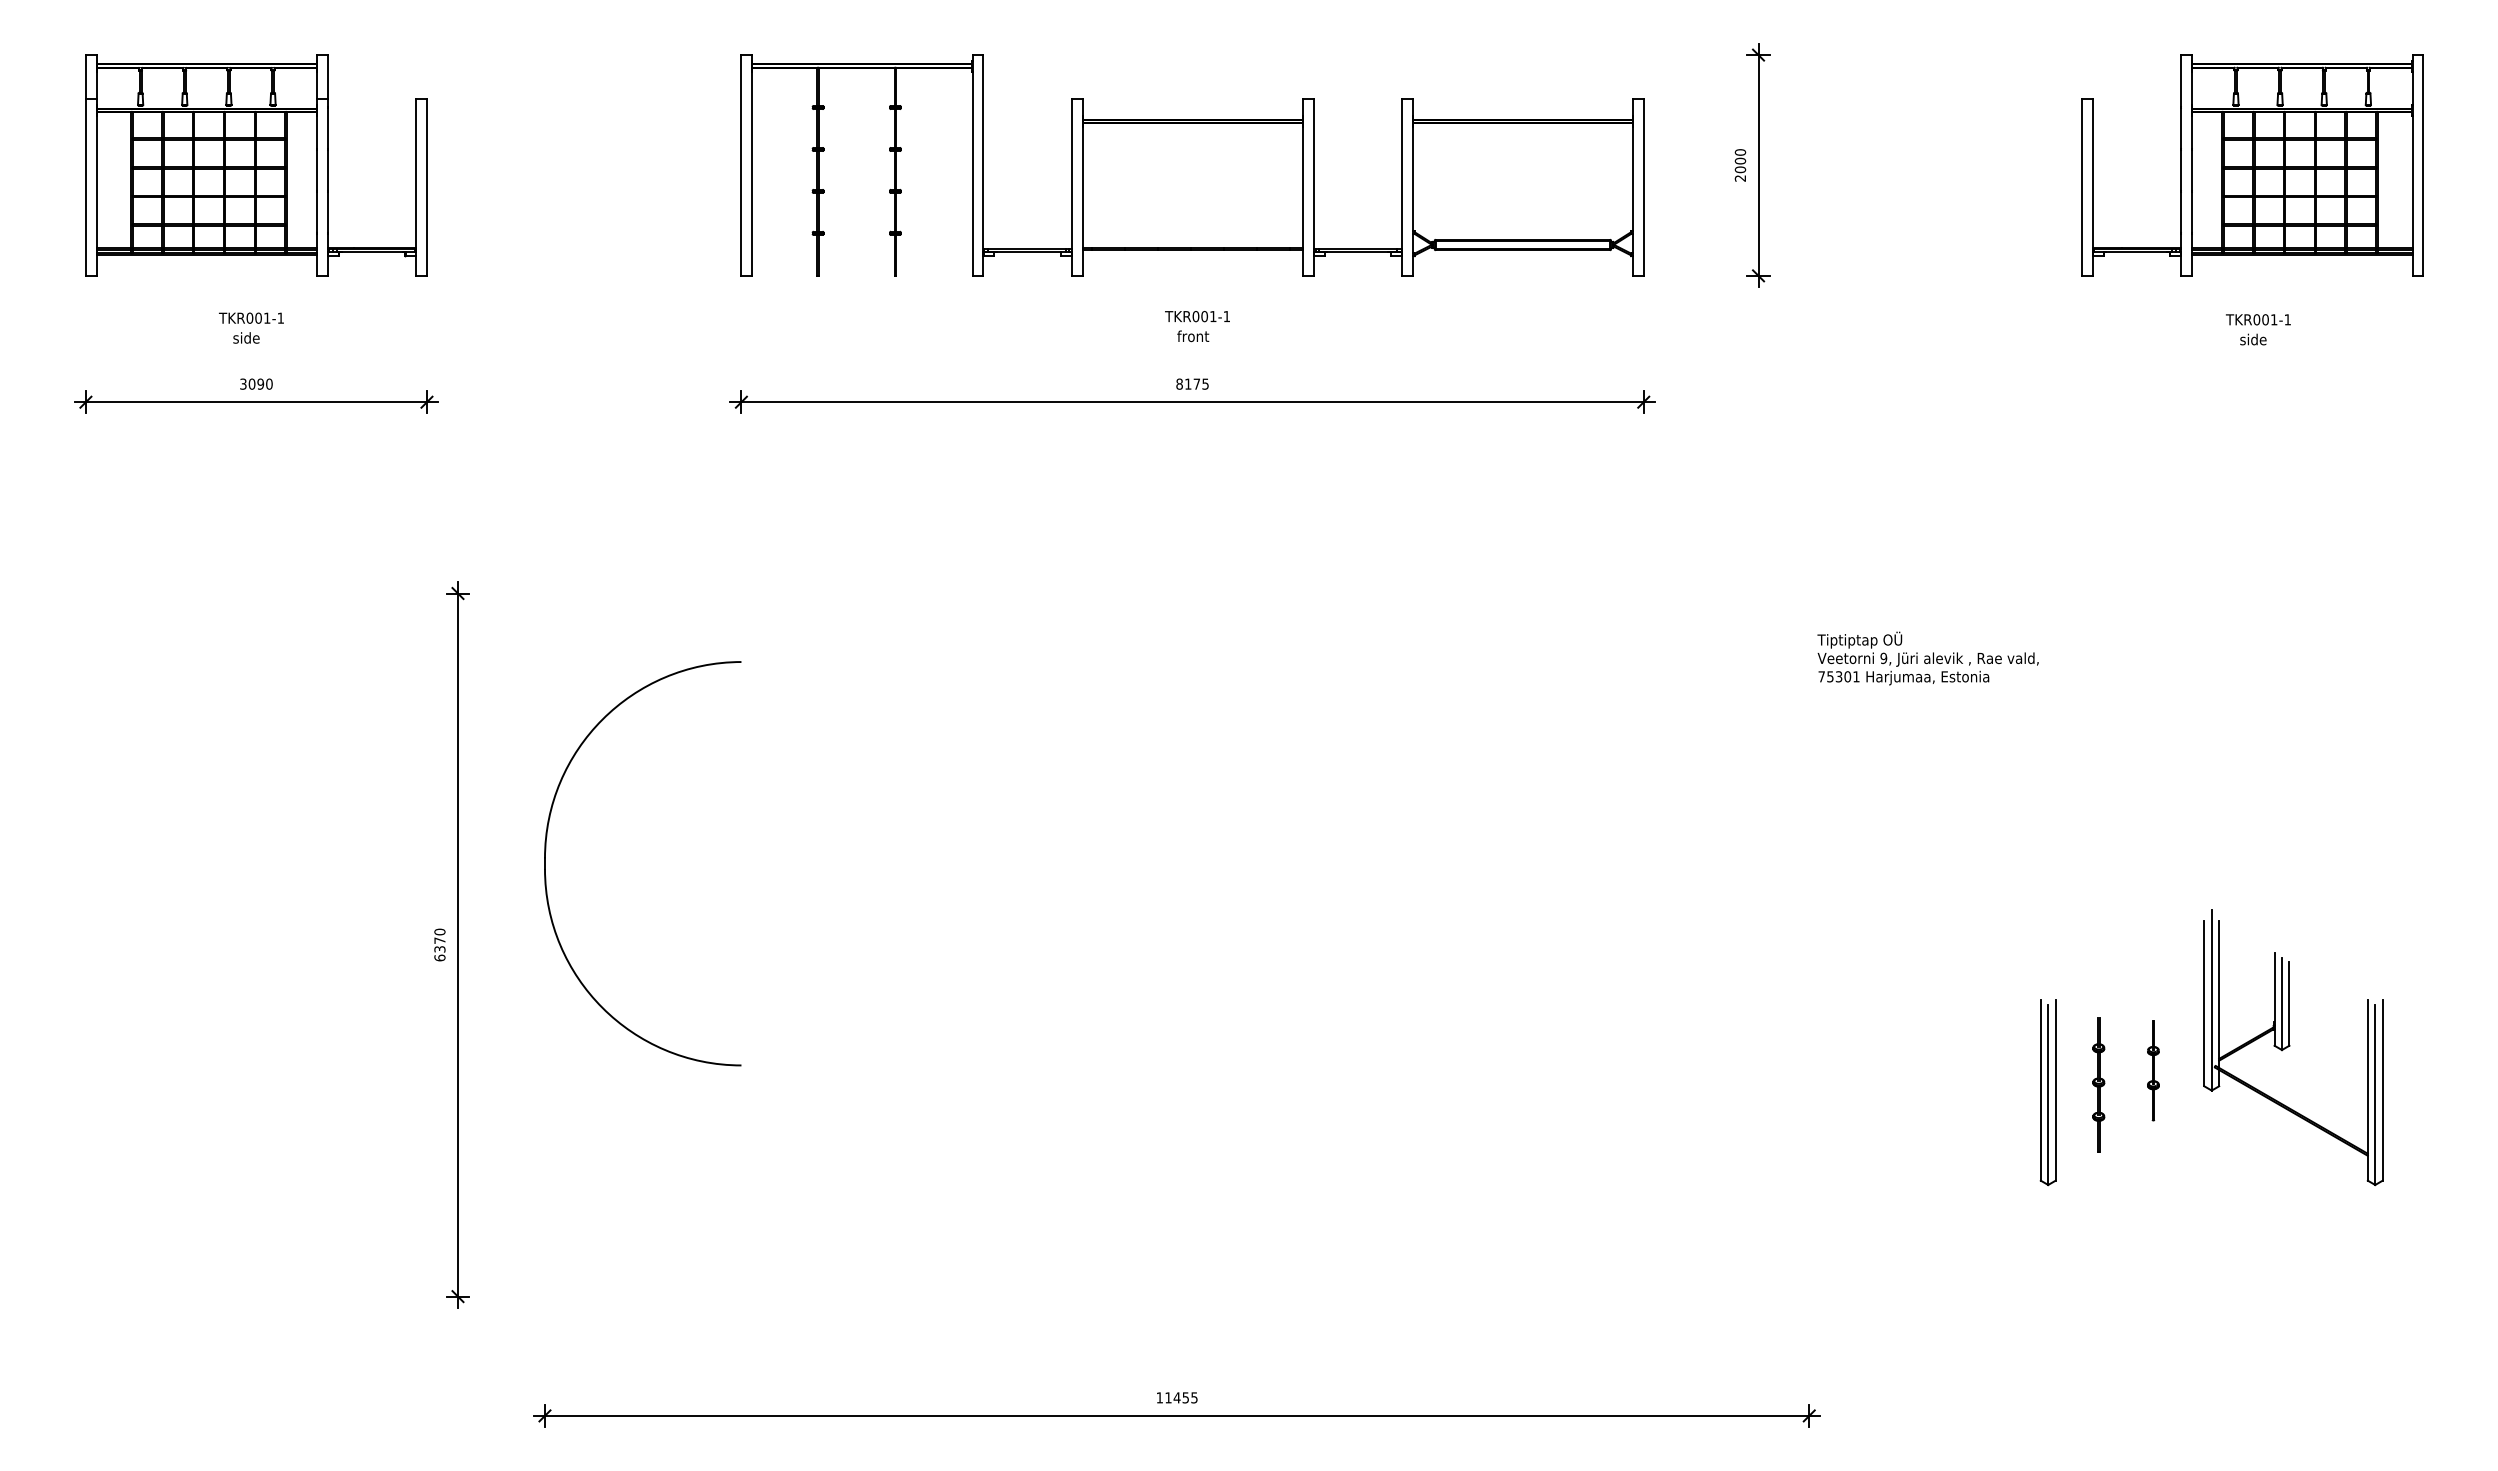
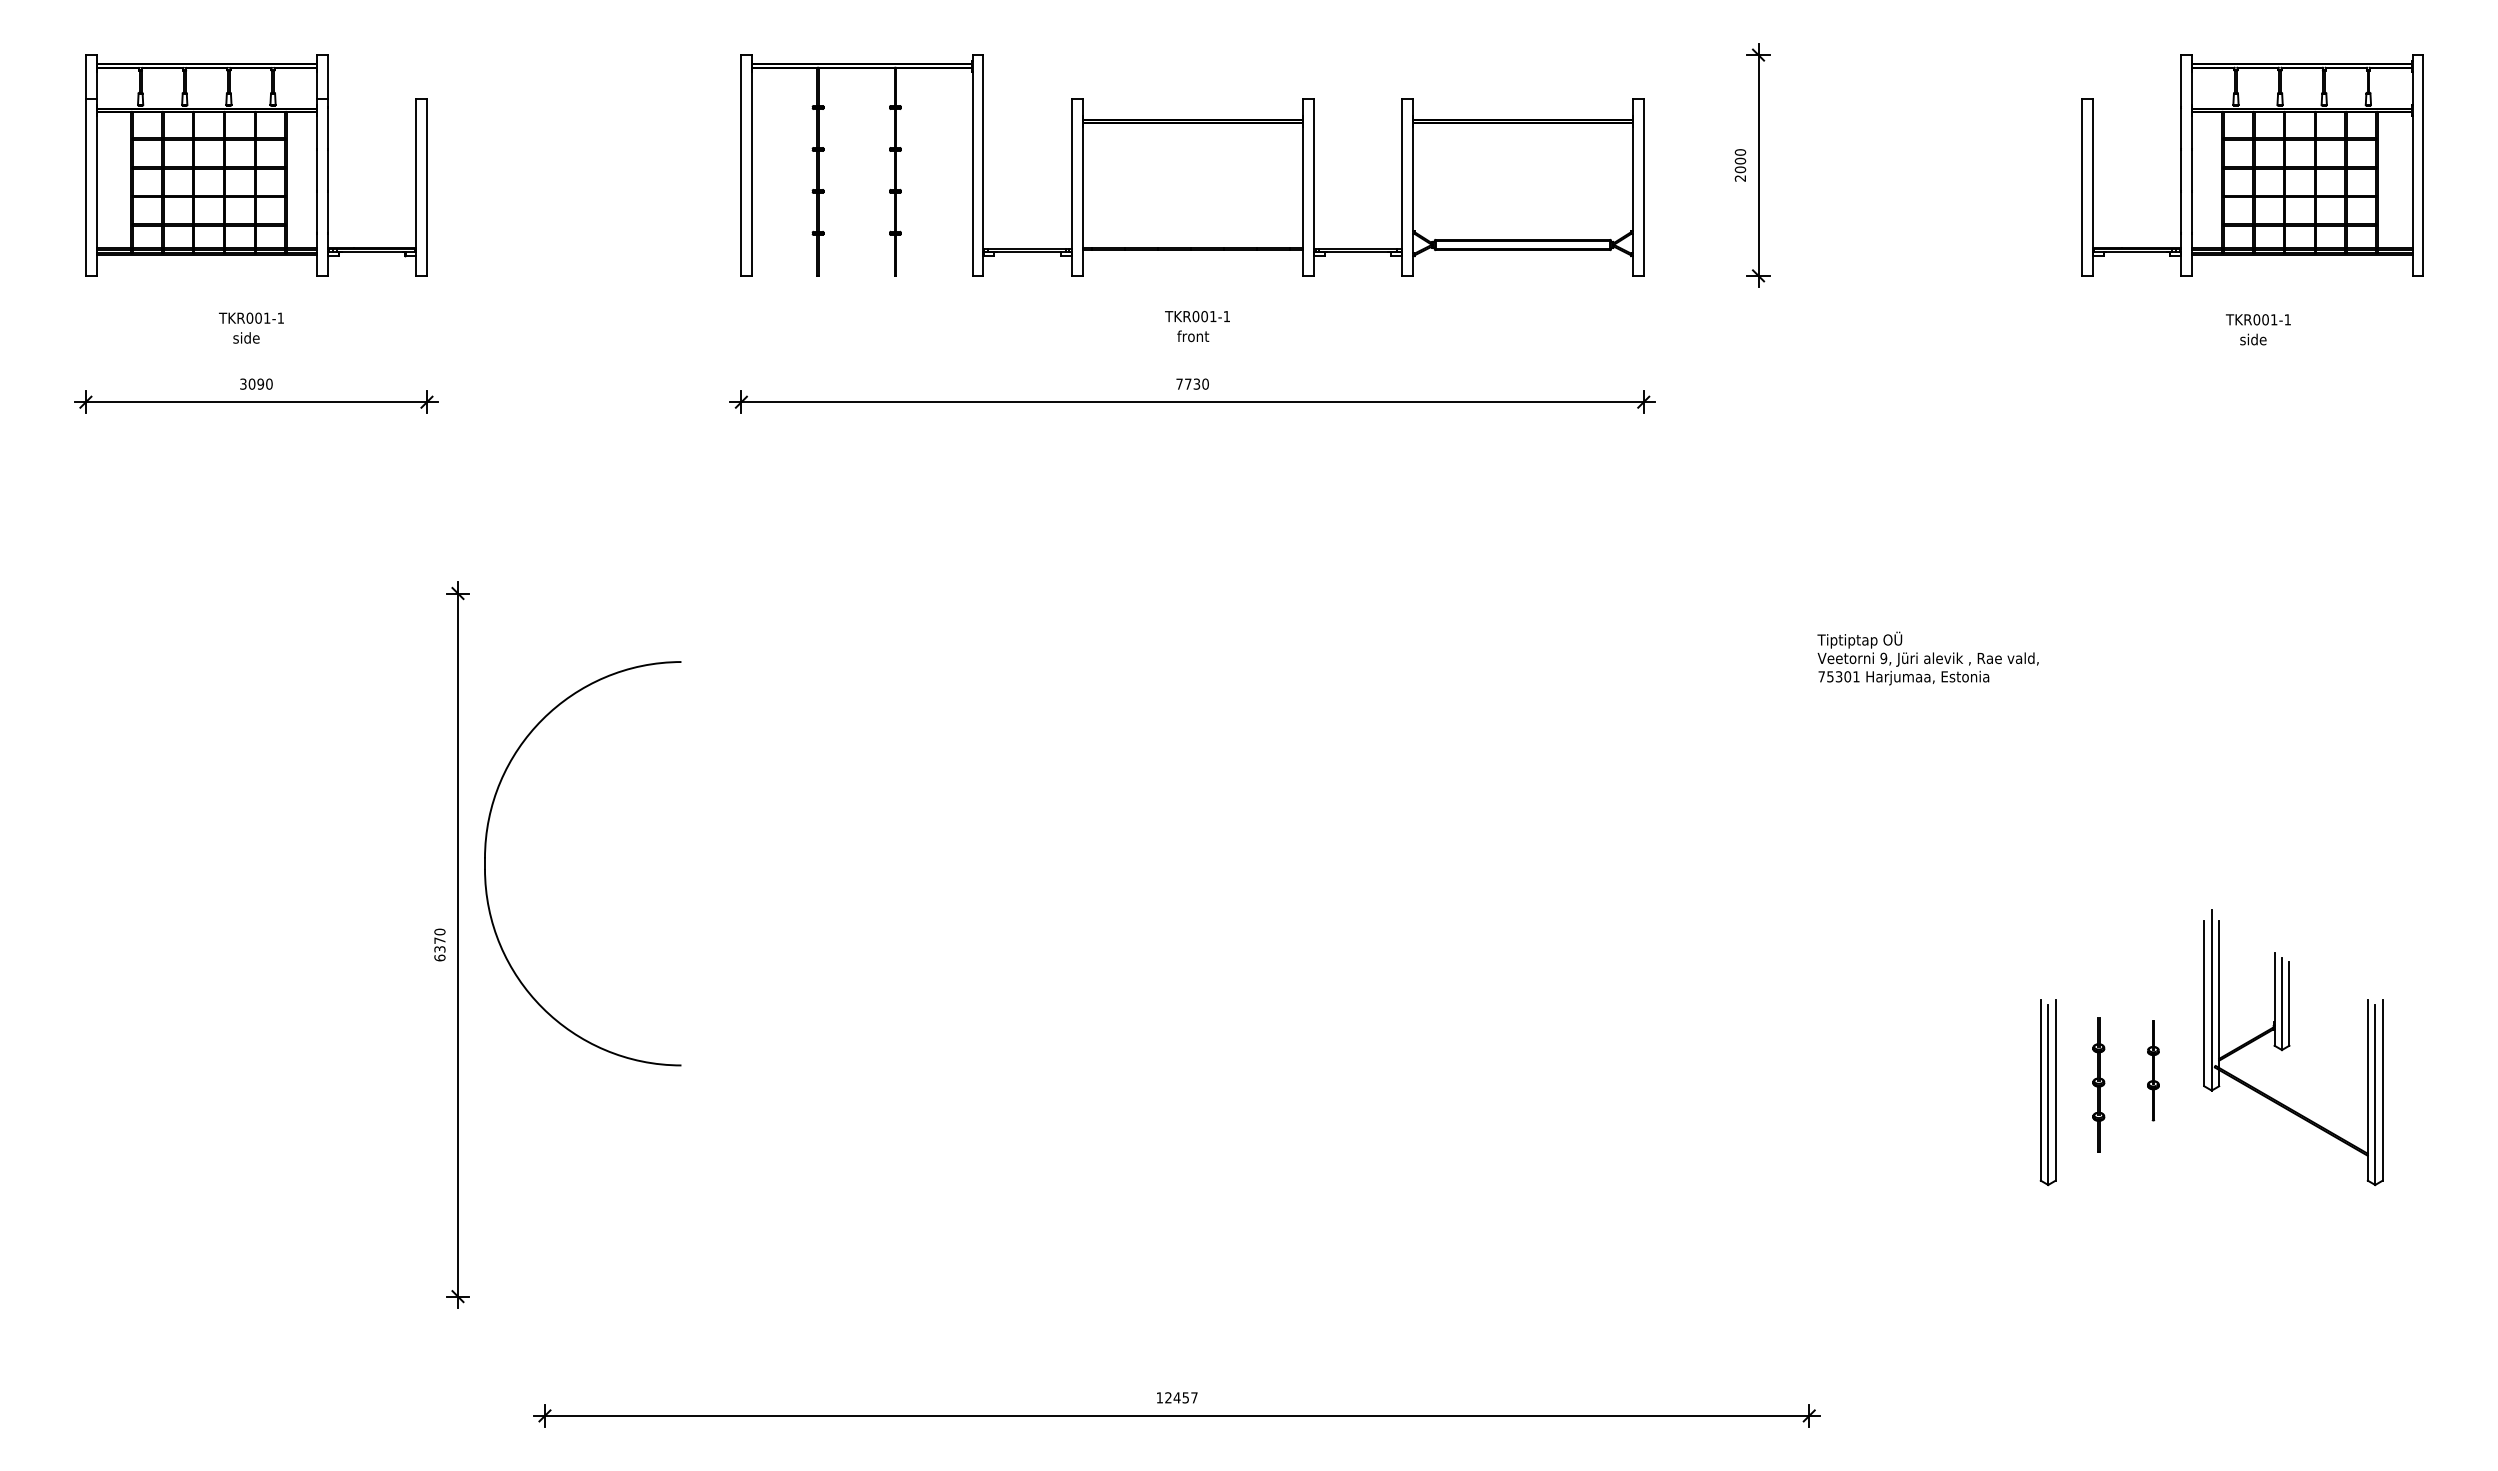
text at (1192, 383): 8175 -> 7730
part at (546, 850) position: (546, 850) -> (486, 850)
text at (1181, 1397): 11455 -> 12457
